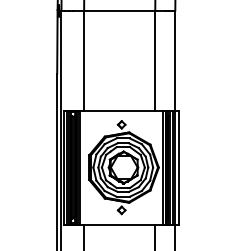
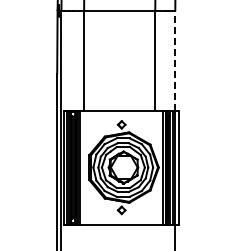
line at (175, 60): solid -> dashed
line at (84, 235): present -> none
line at (155, 235): present -> none
